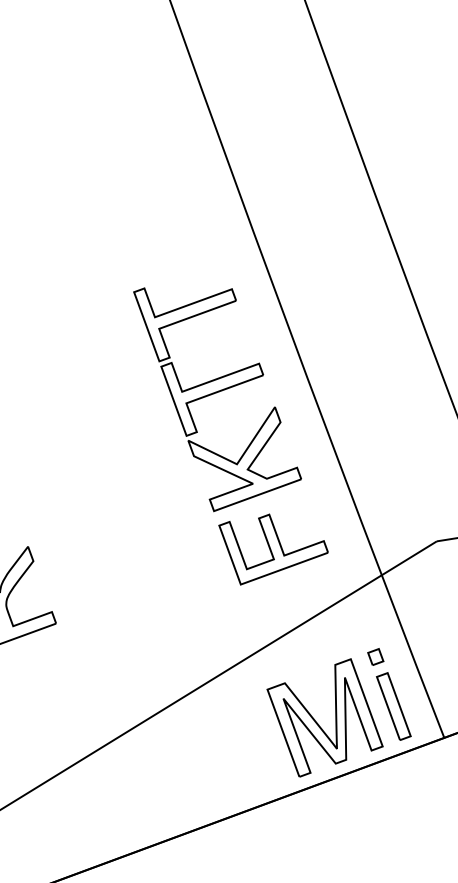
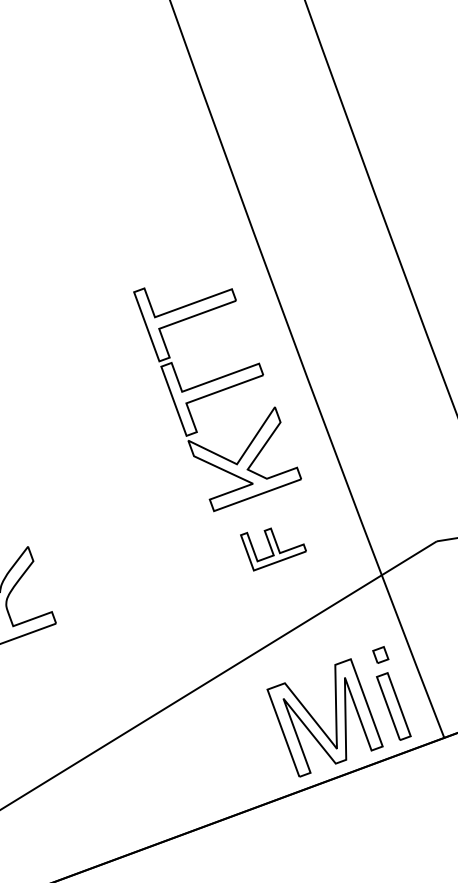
part at (273, 549) size: 111x73 px -> 67x45 px
part at (375, 656) position: (375, 656) -> (380, 654)
